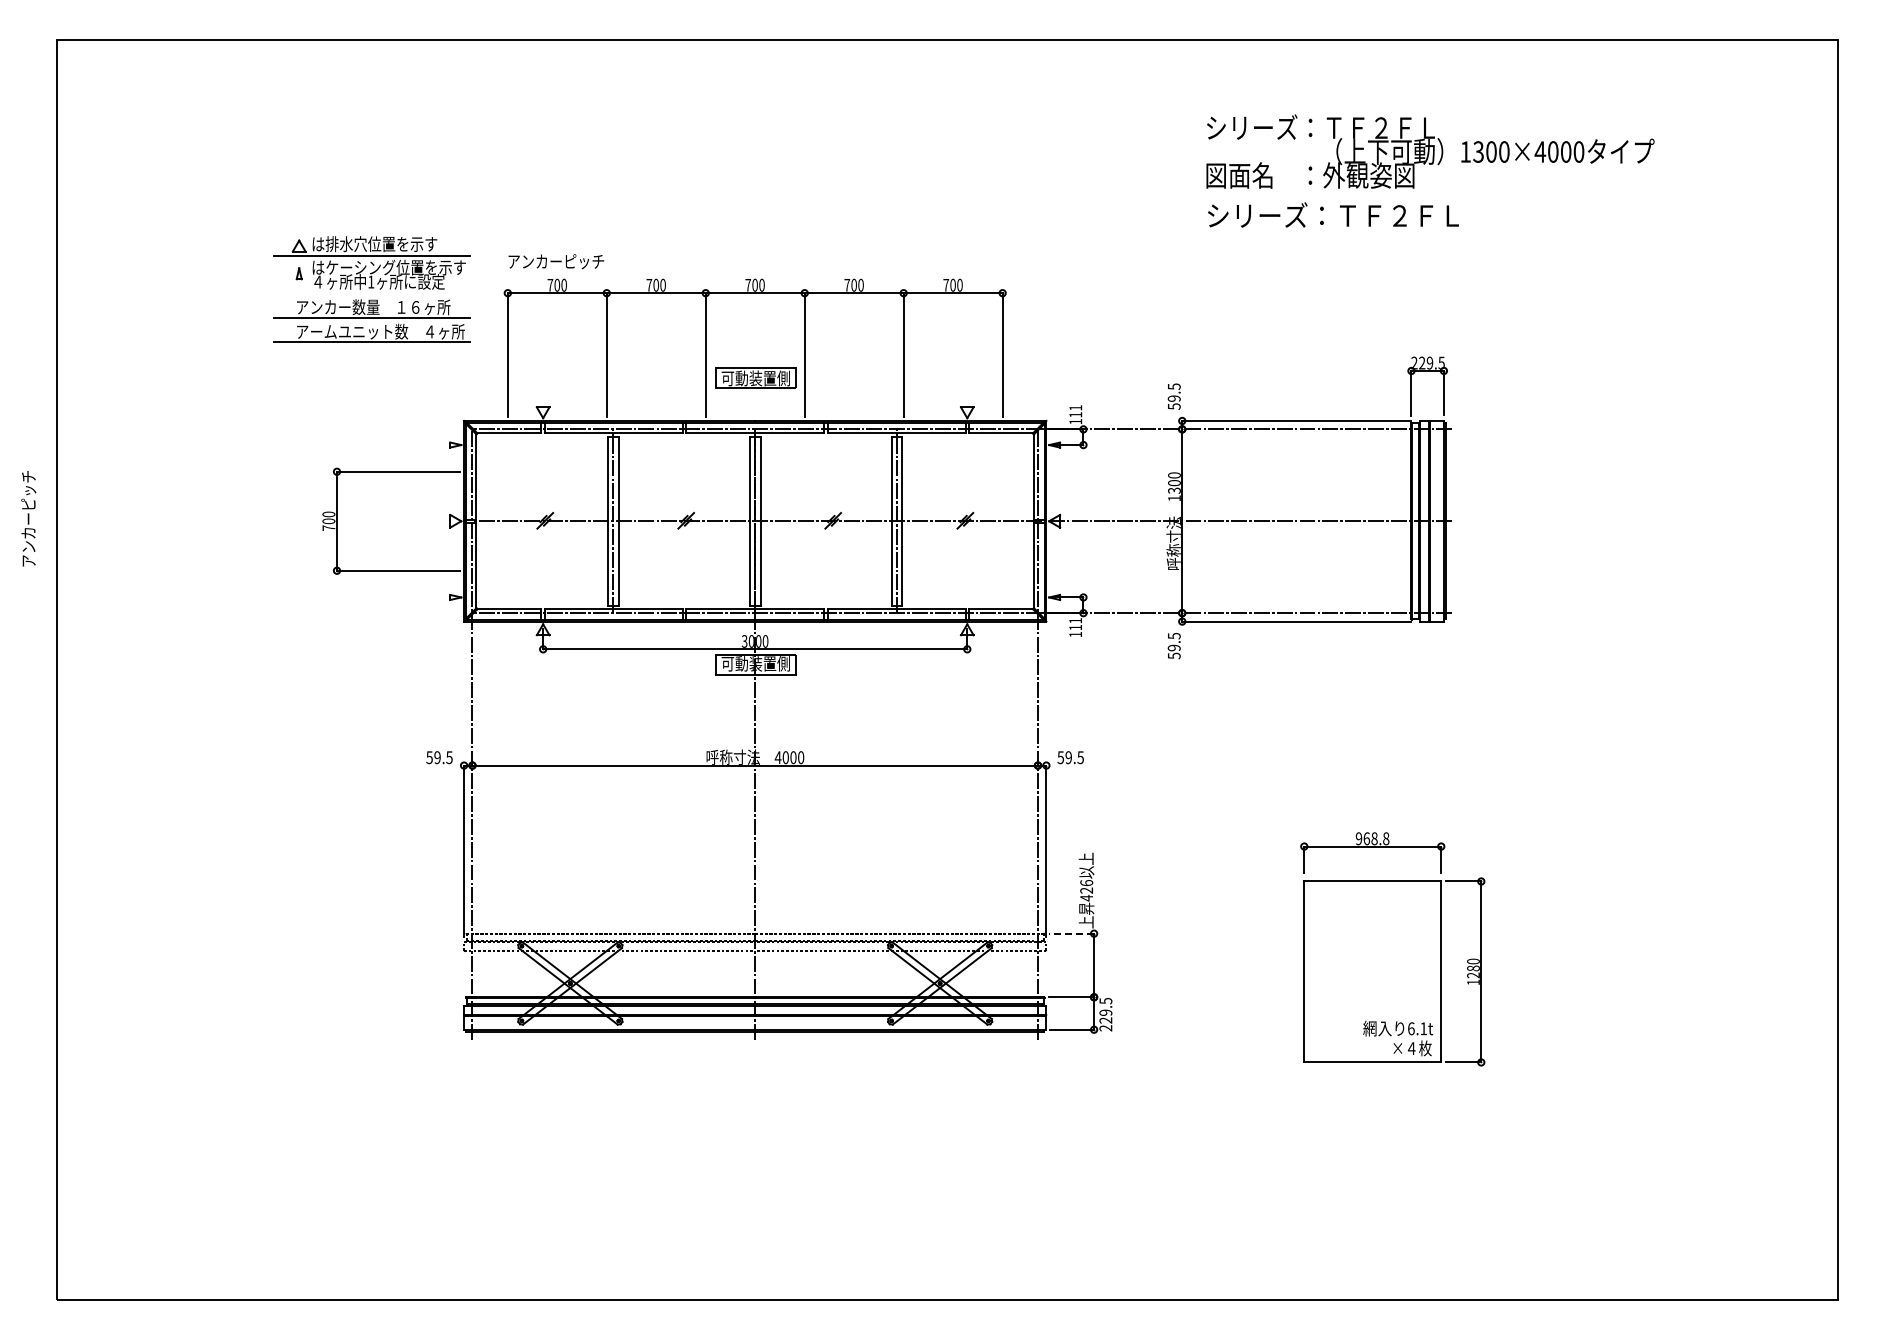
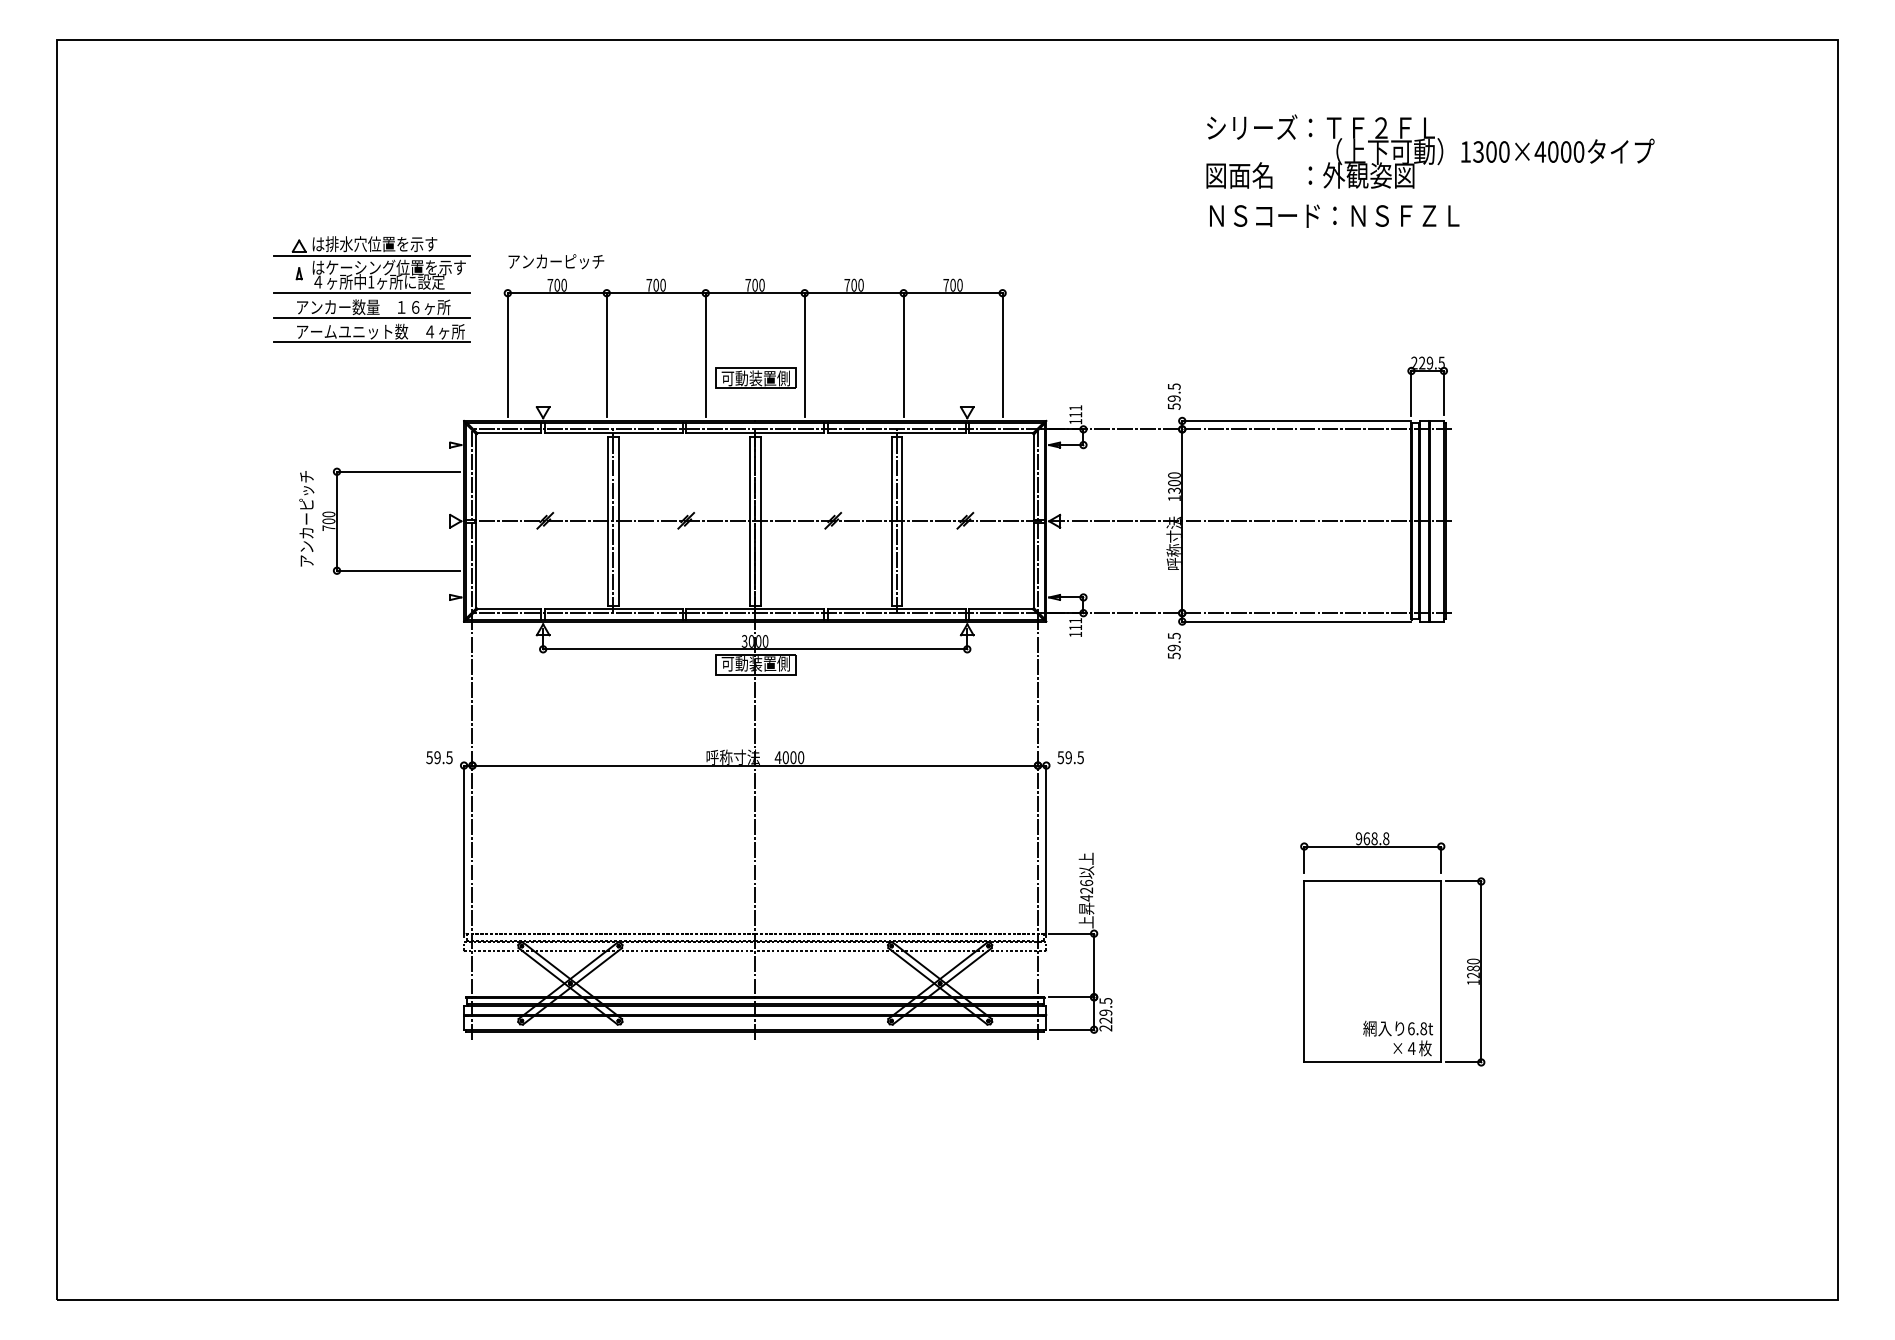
text at (1333, 214): シリーズ：ＴＦ２ＦＬ -> ＮＳコード：ＮＳＦＺＬ
line at (371, 293): none -> present
text at (28, 518) position: (28, 518) -> (306, 518)
line at (1071, 933): dashed -> solid
text at (1423, 1028): 6.1t -> 6.8t
